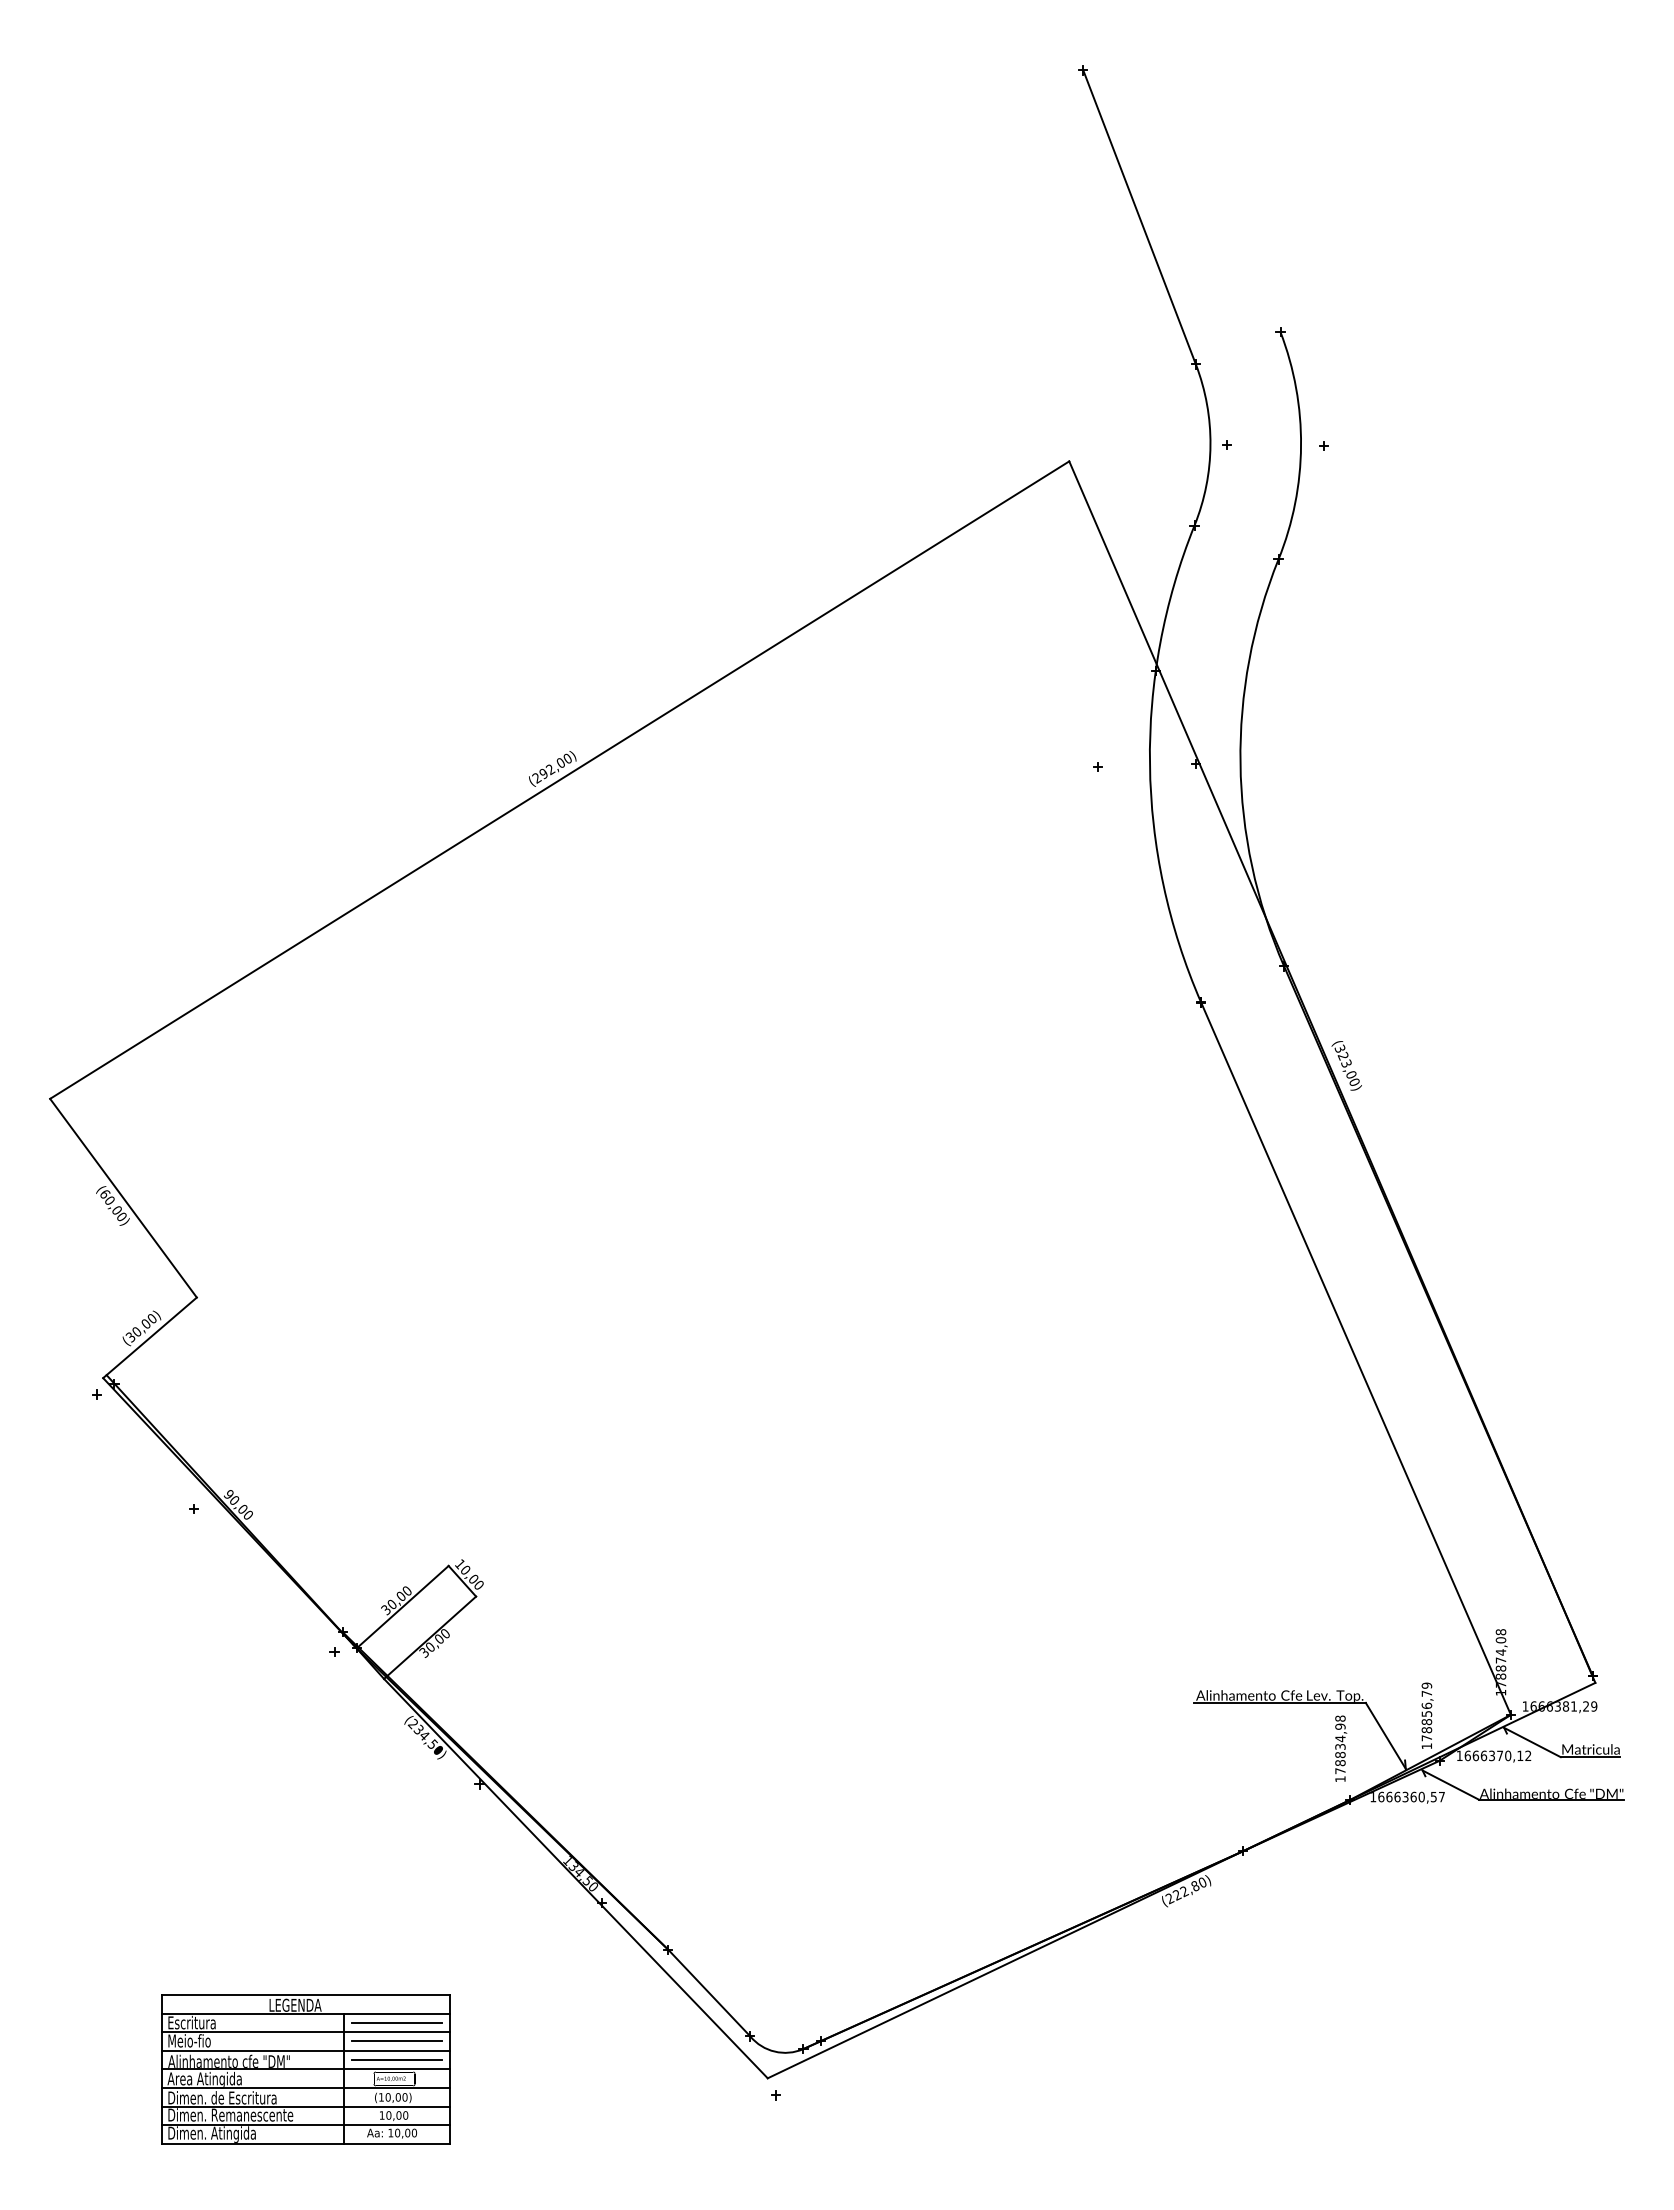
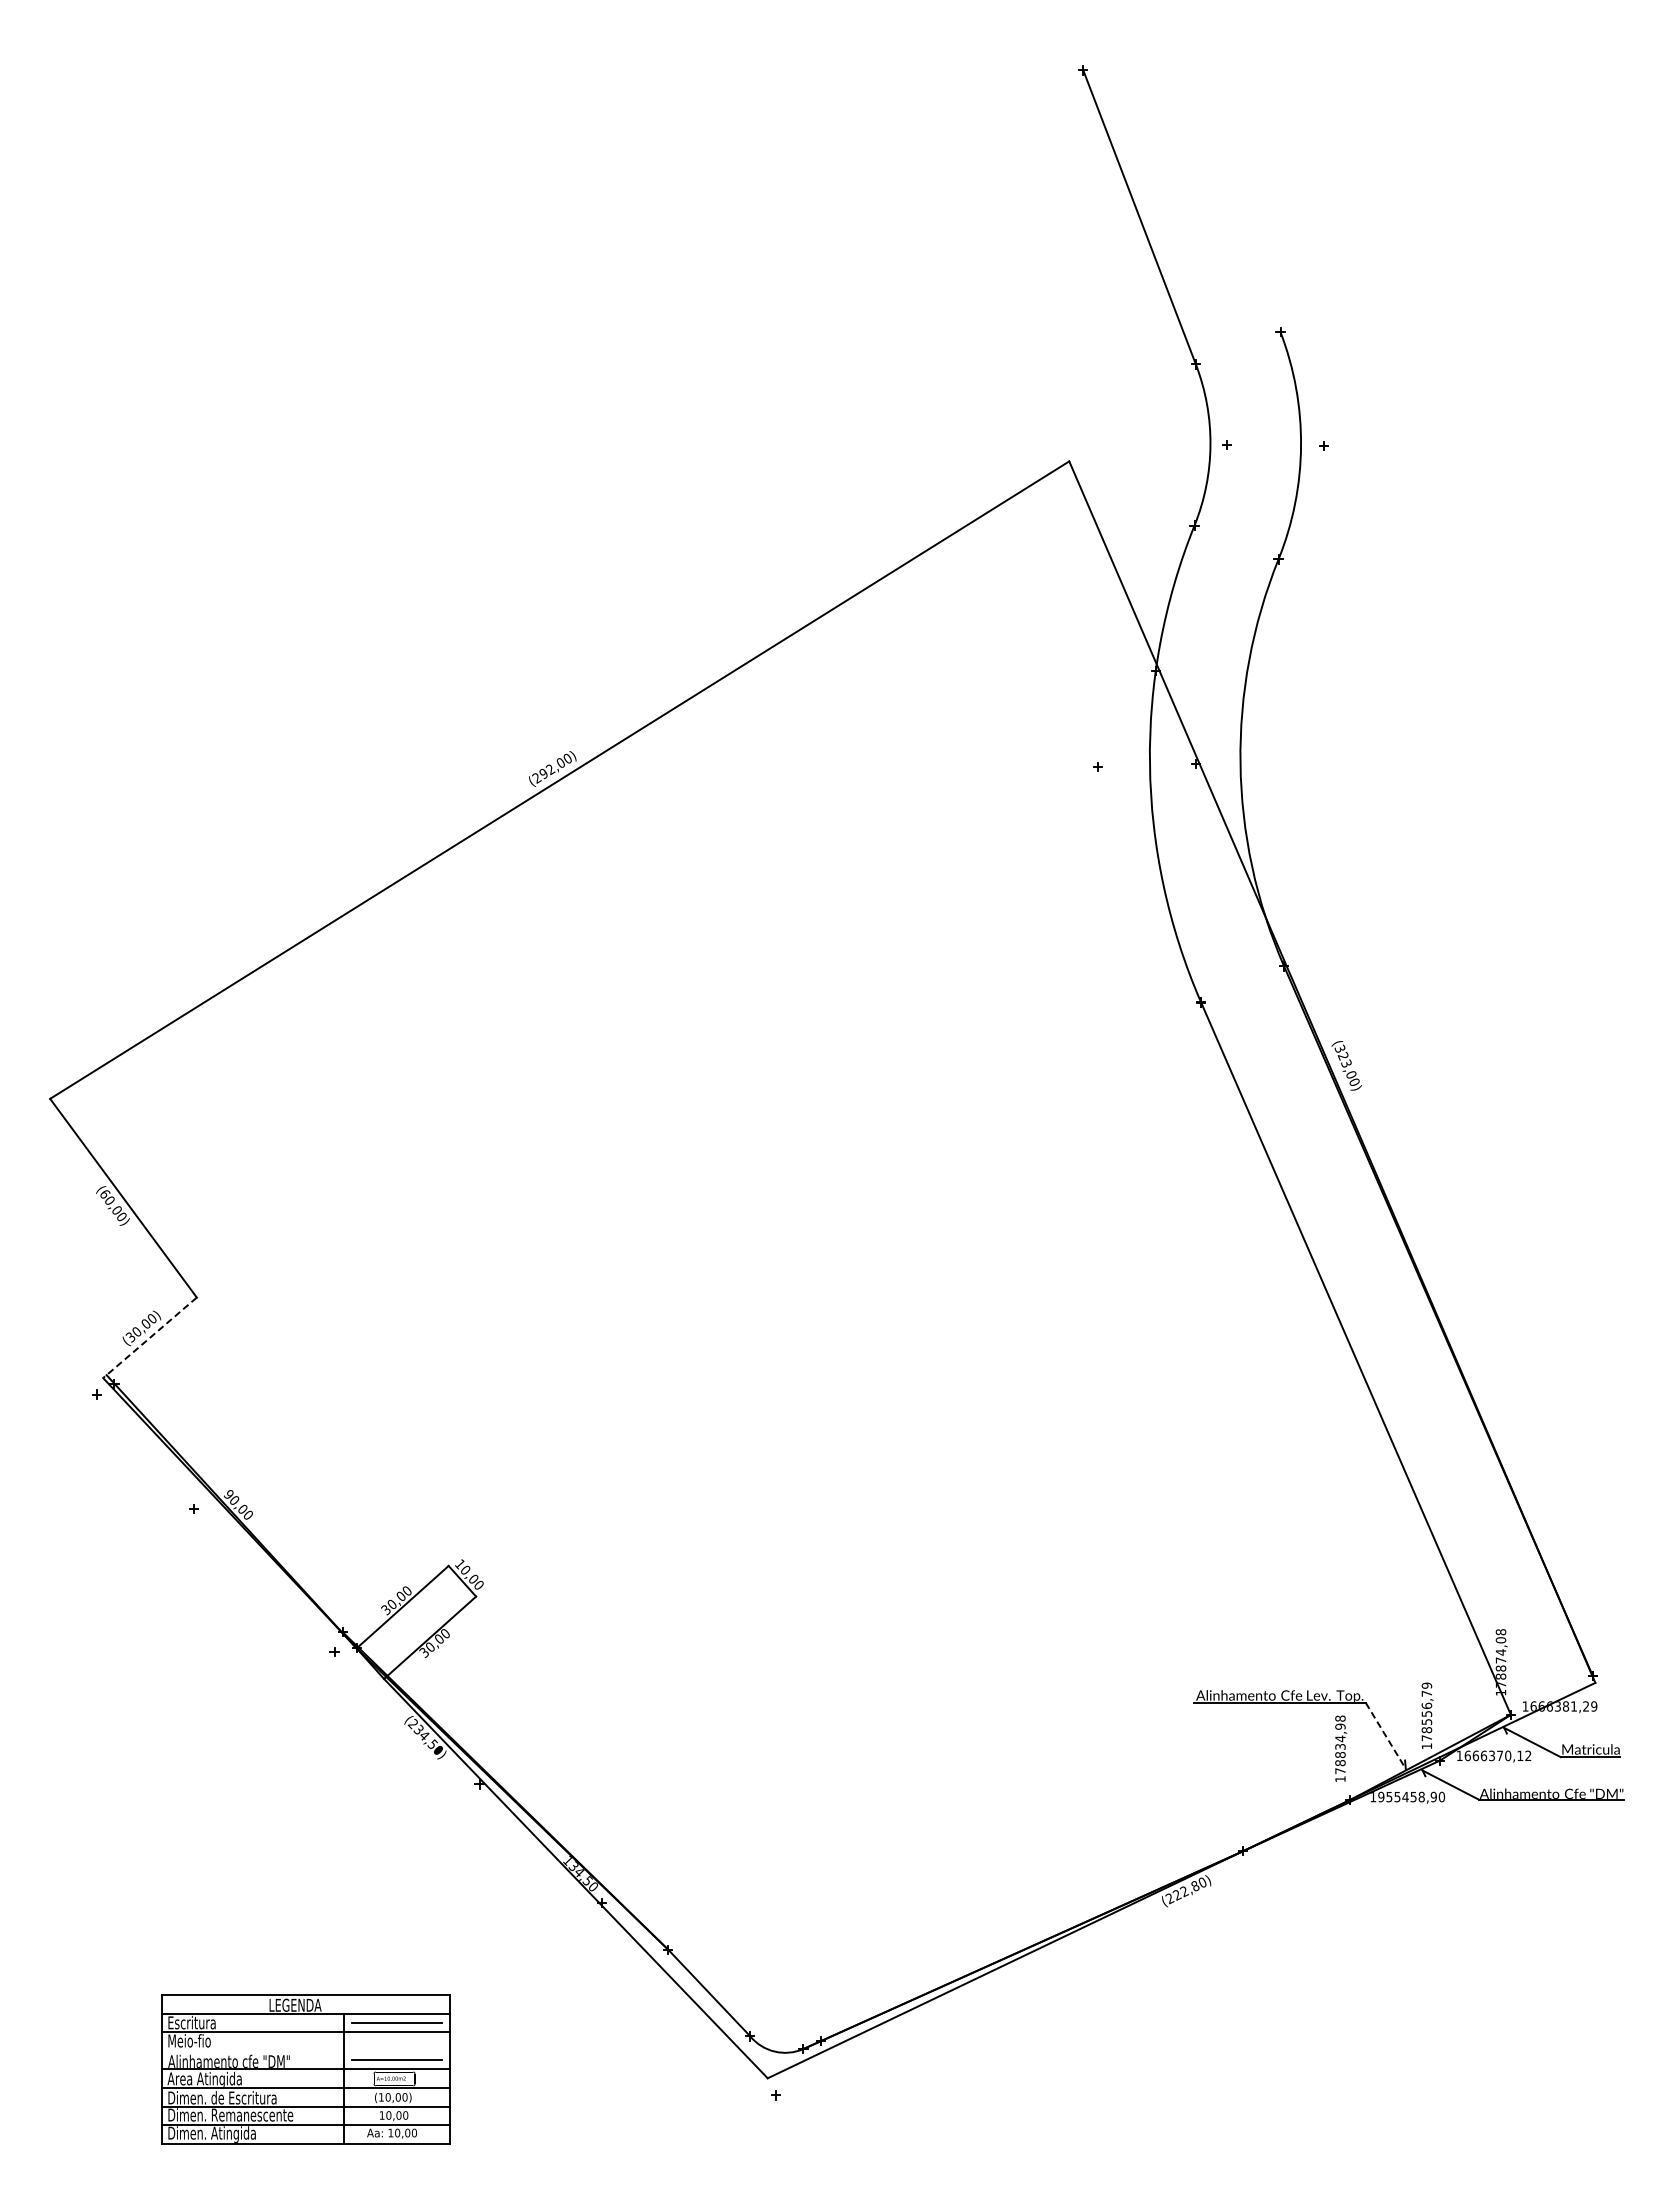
line at (150, 1337): solid -> dashed
text at (1426, 1722): 178856,79 -> 178556,79
line at (1385, 1735): solid -> dashed
text at (1411, 1796): 1666360,57 -> 1955458,90
line at (397, 2041): present -> none
line at (305, 2050): present -> none
